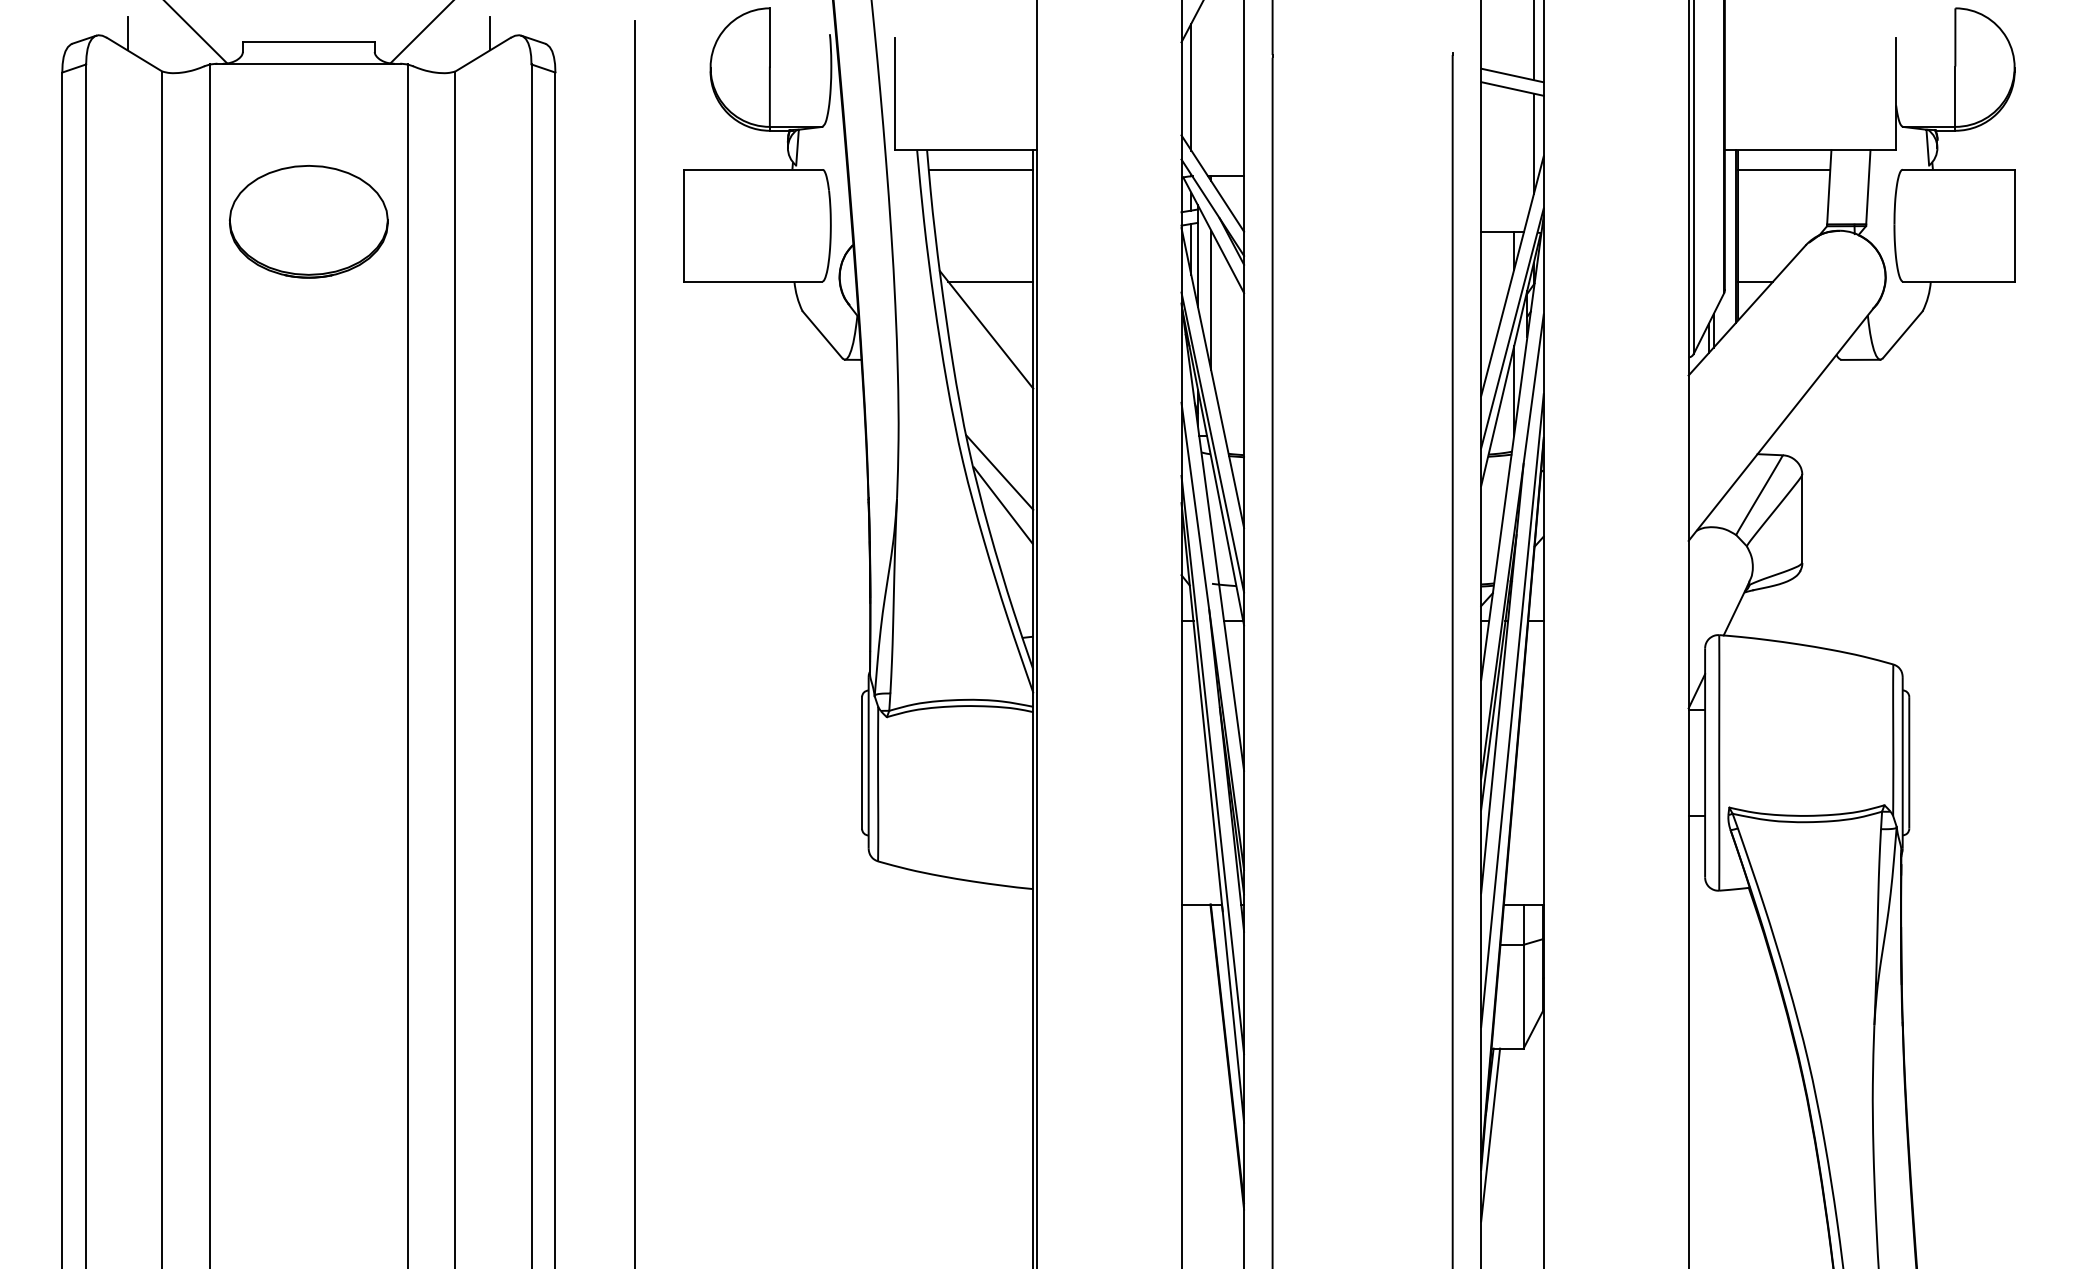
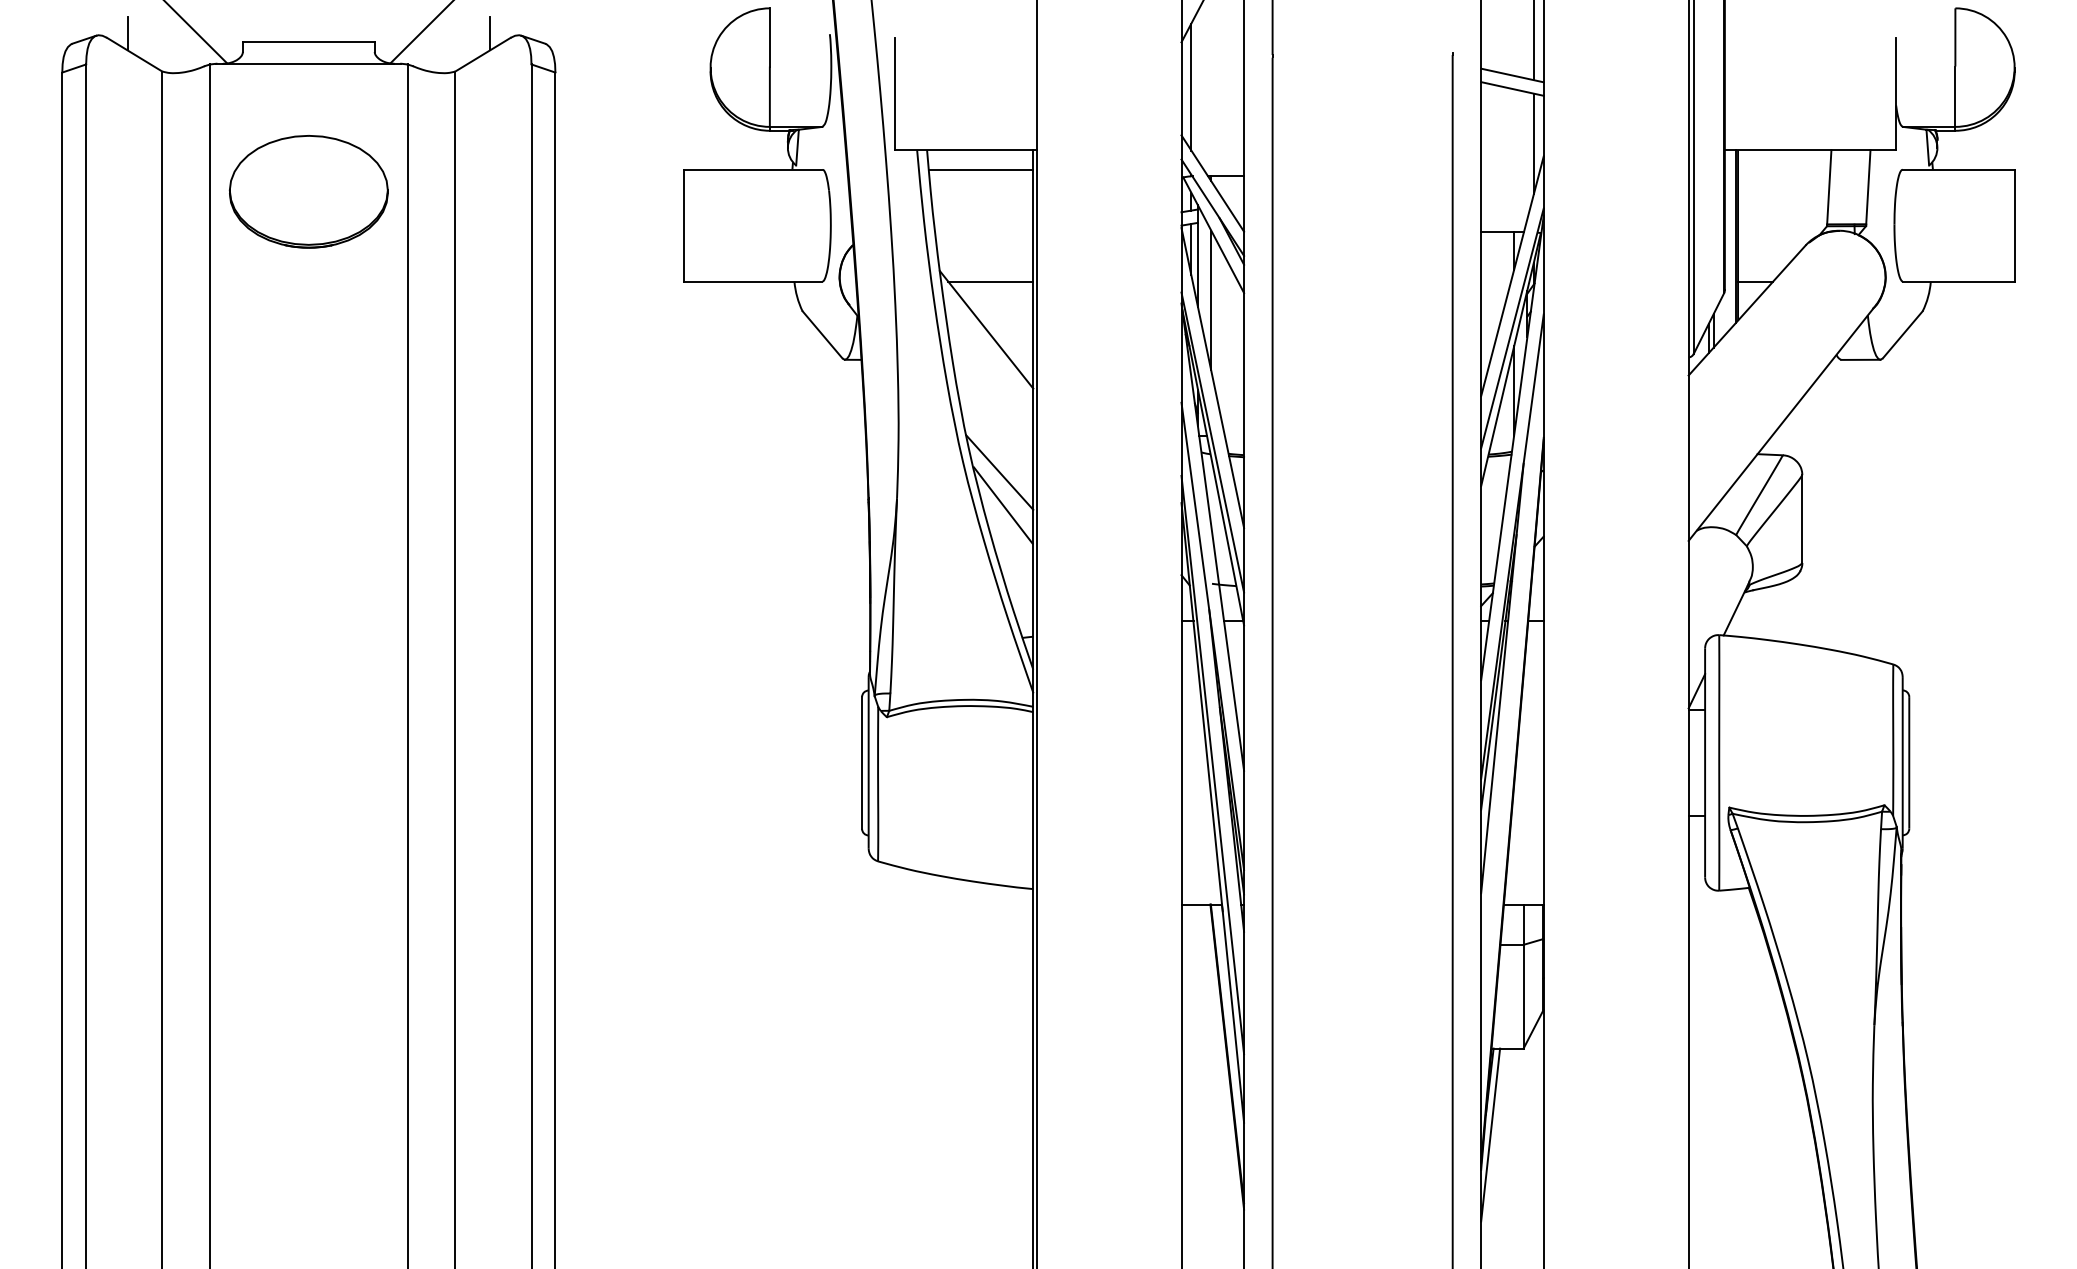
line at (1784, 169): present -> none
part at (308, 221) position: (308, 221) -> (308, 191)
line at (634, 643): present -> none
line at (1512, 710): present -> none
